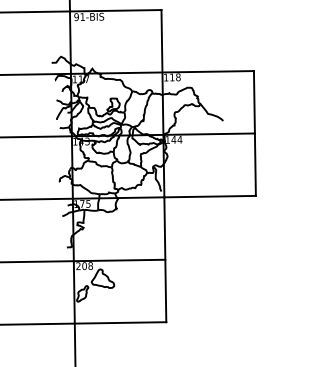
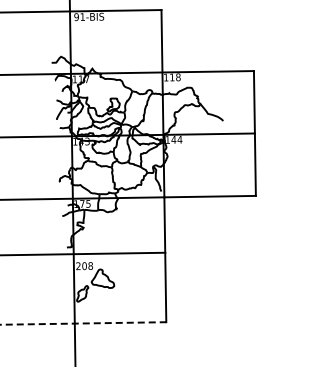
line at (83, 260) position: (83, 260) -> (83, 253)
line at (83, 323): solid -> dashed
